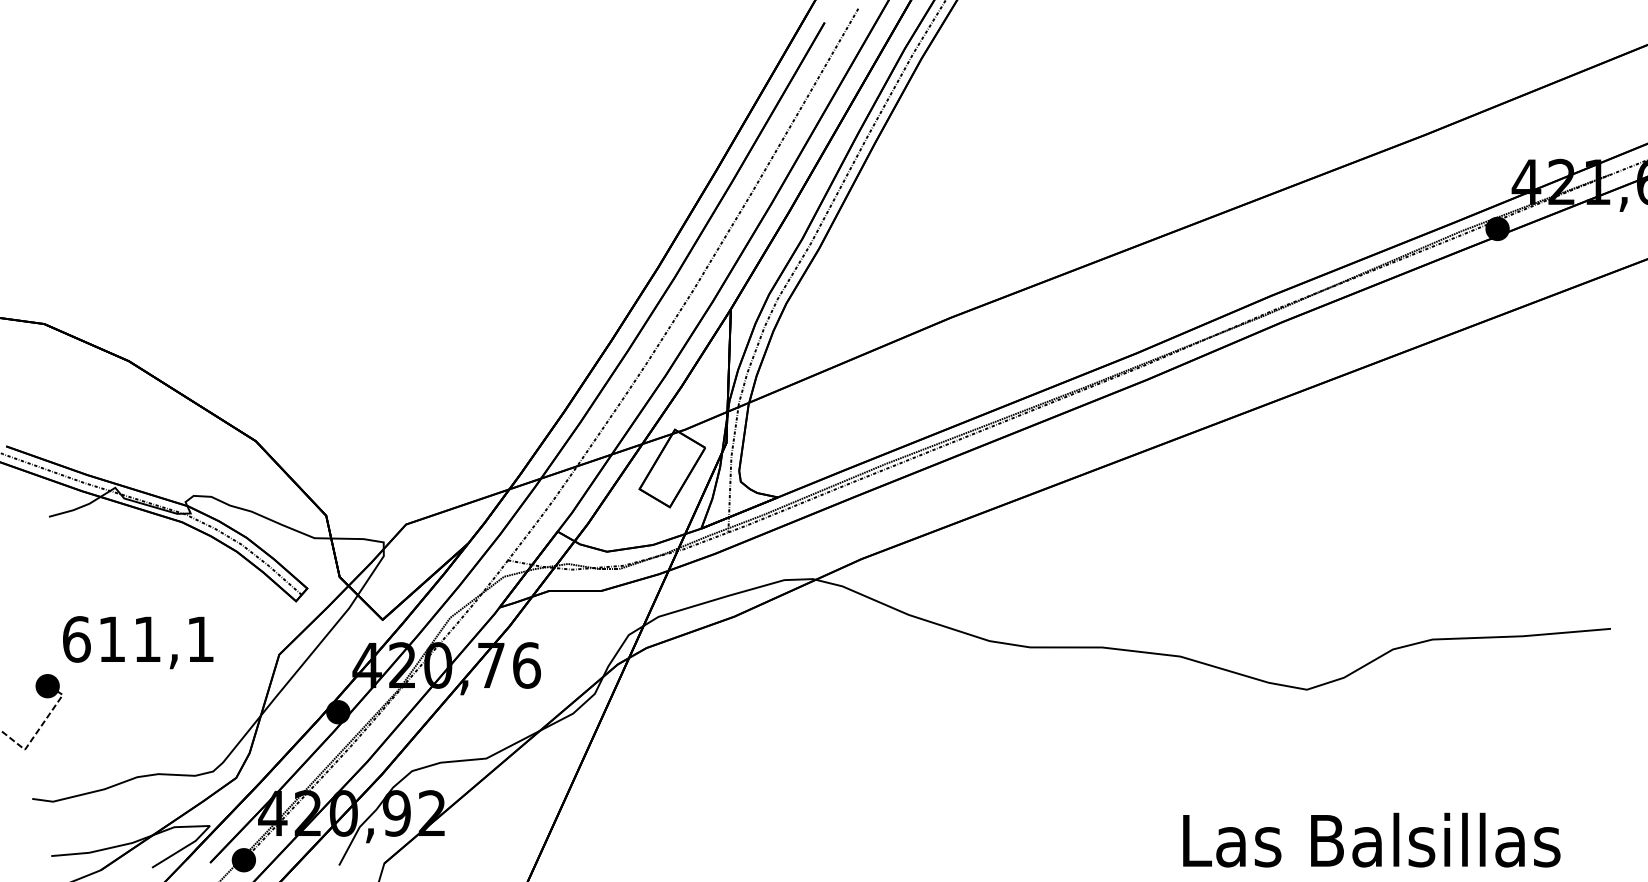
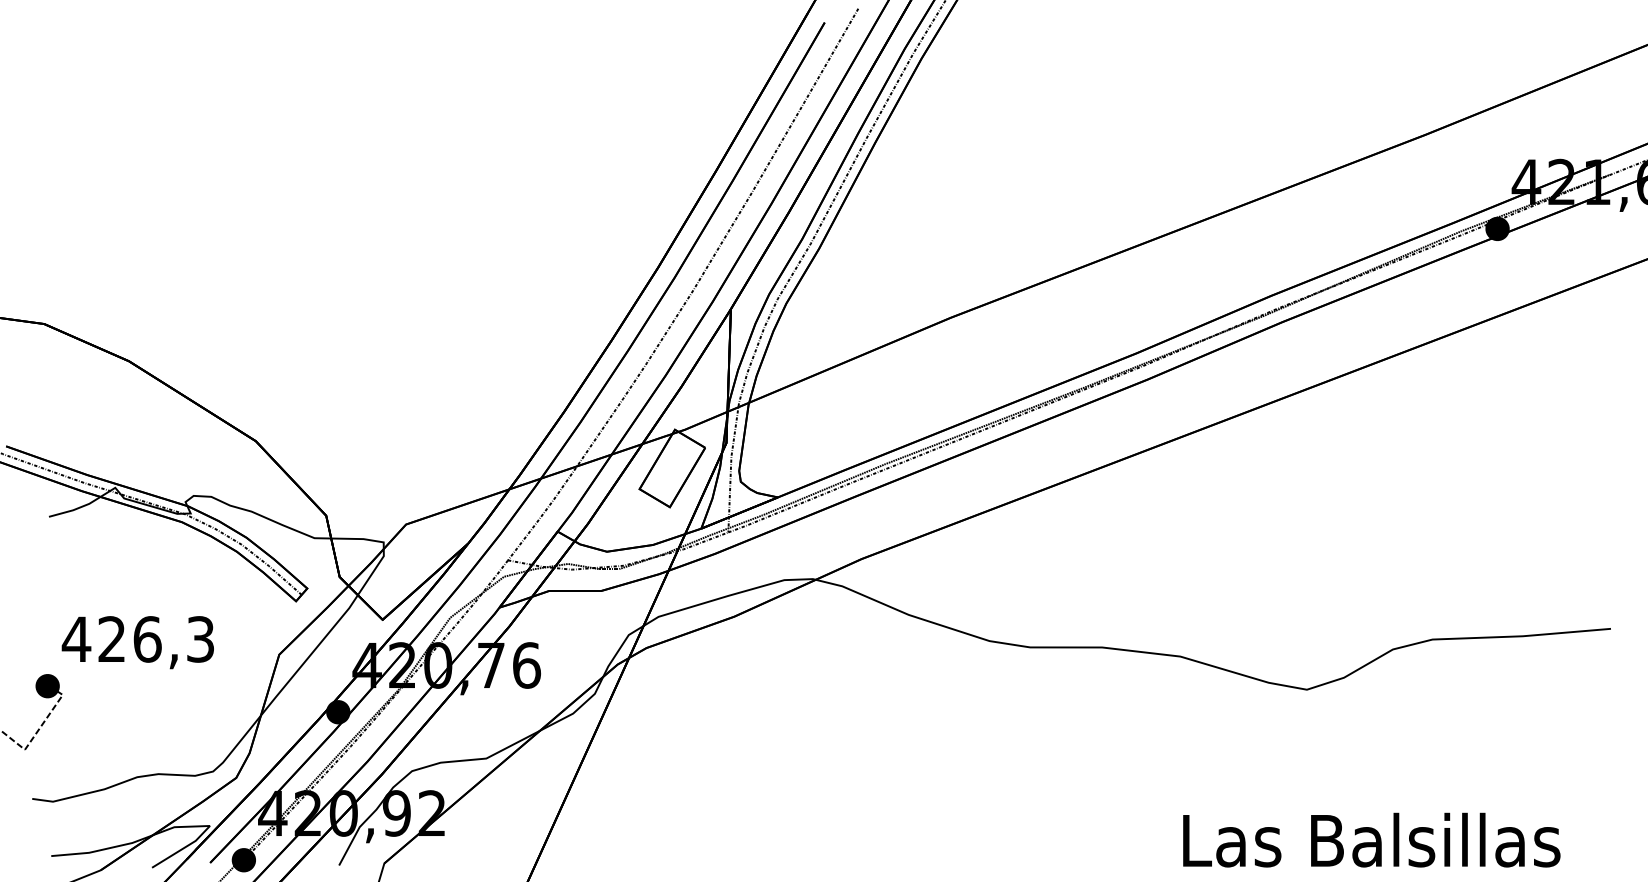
text at (137, 639): 611,1 -> 426,3
